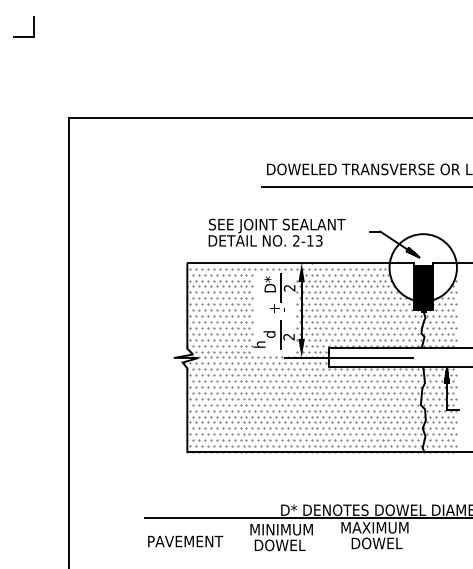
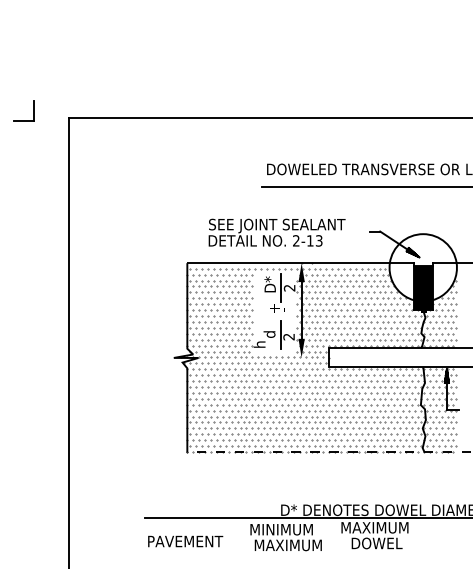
part at (33, 26) position: (33, 26) -> (33, 110)
line at (348, 357): present -> none
line at (330, 452): solid -> dashed
text at (288, 545): DOWEL -> MAXIMUM
